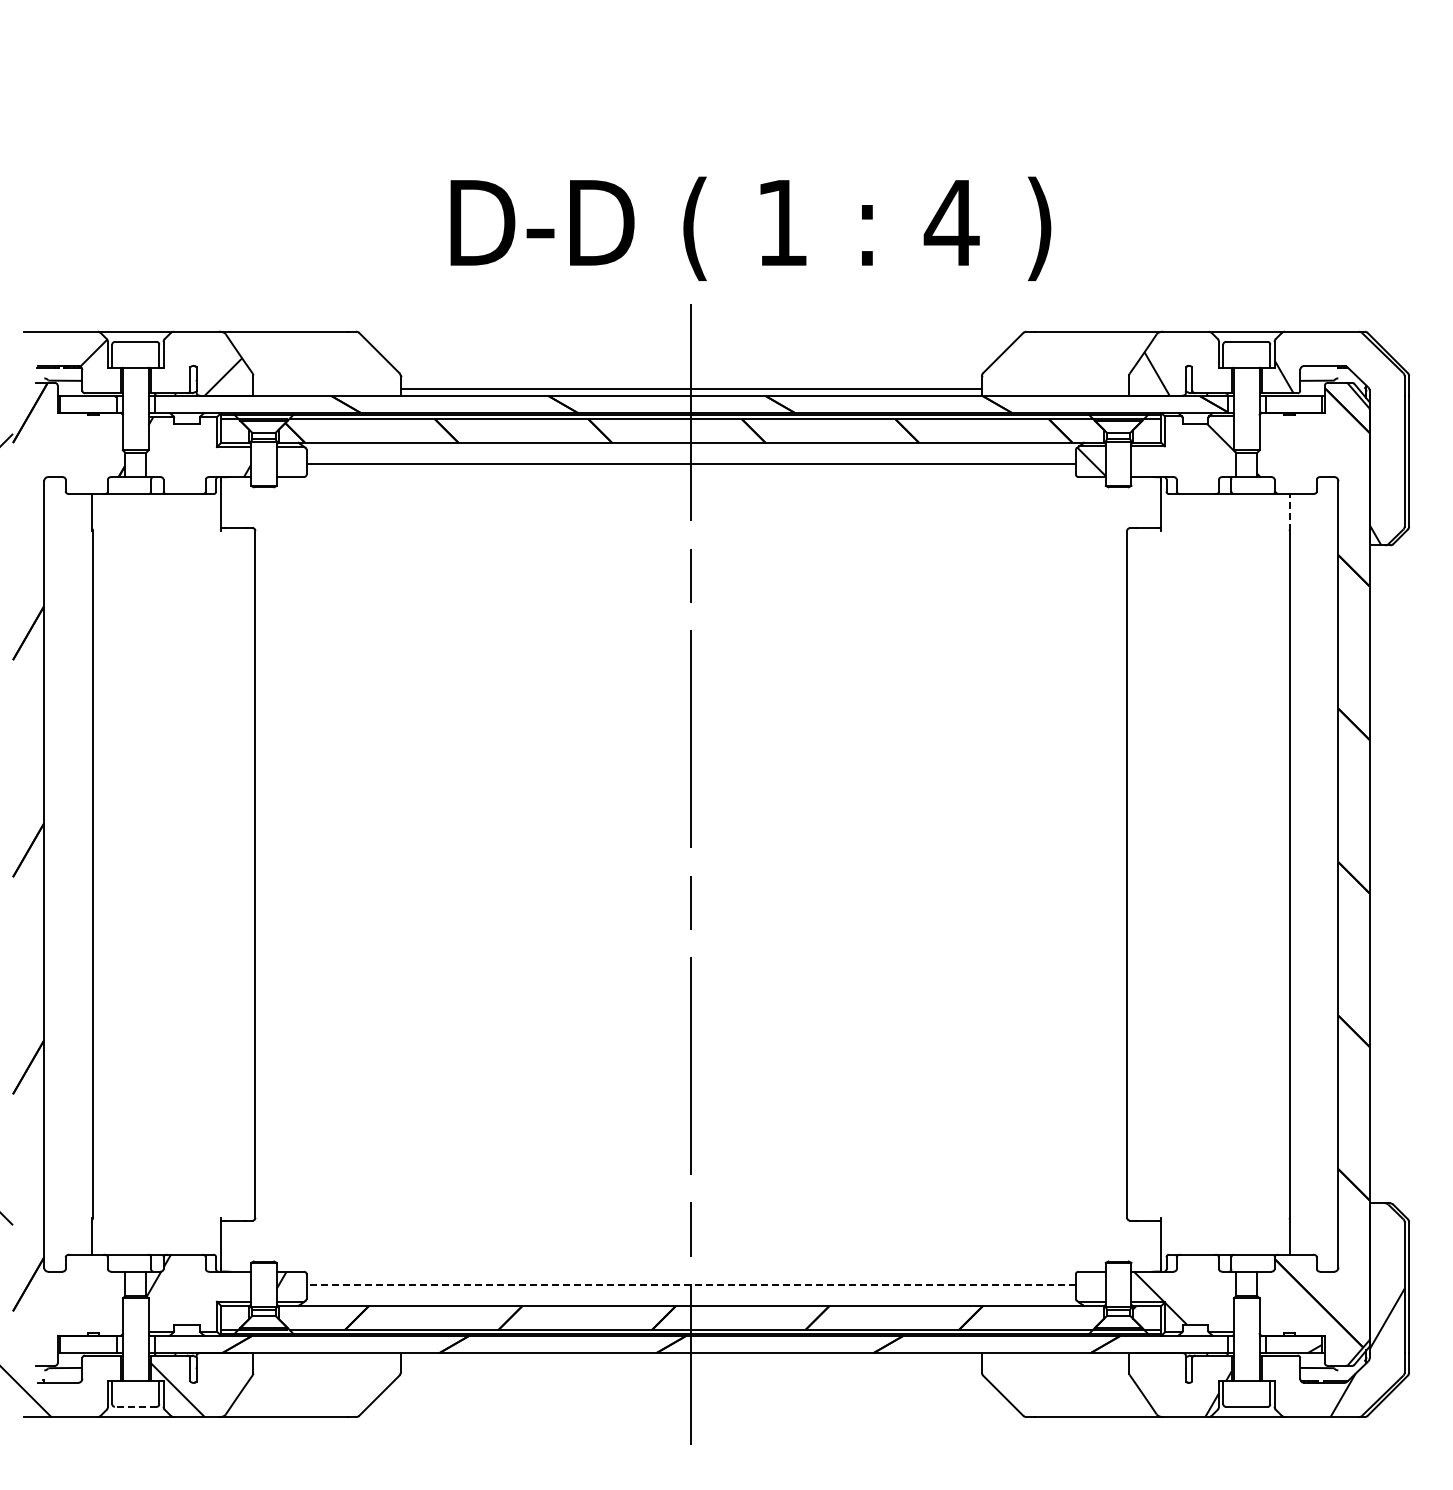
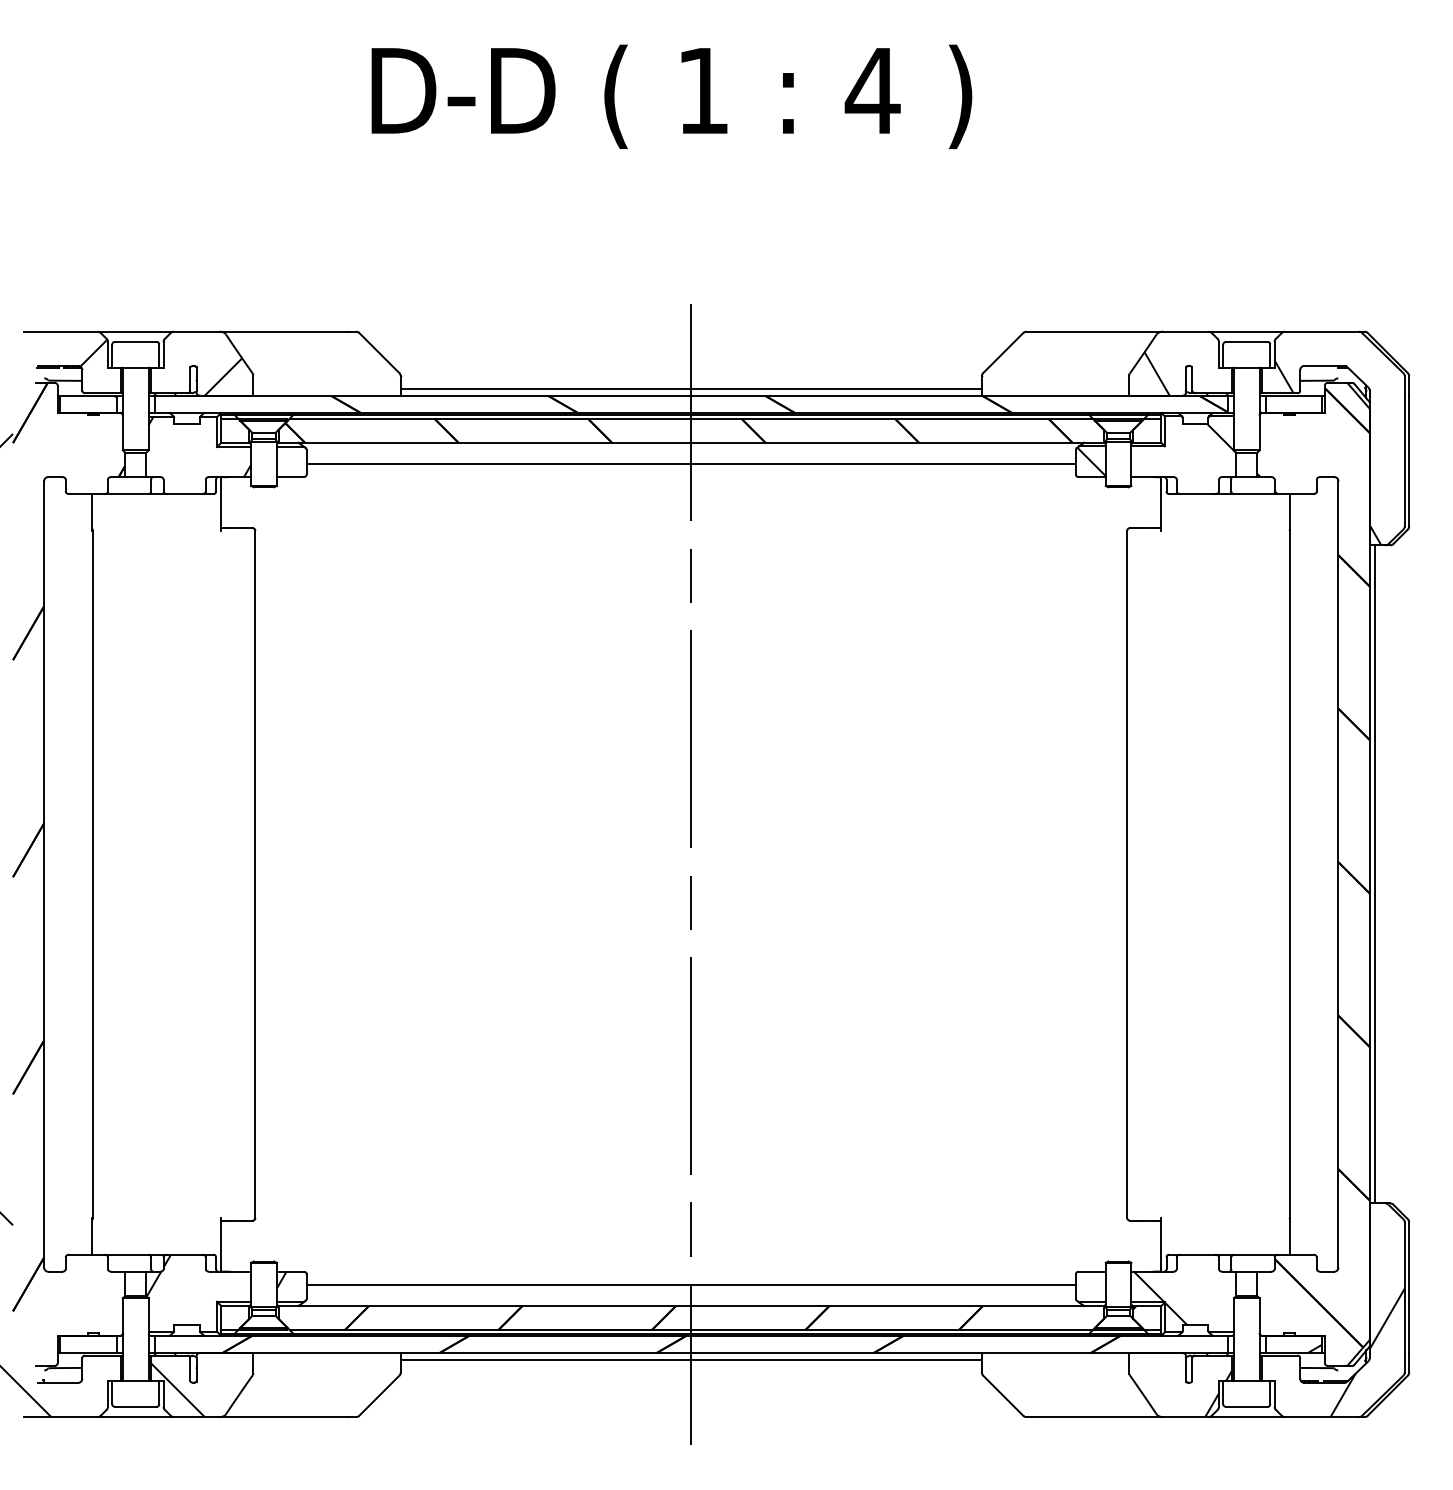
text at (750, 228) position: (750, 228) -> (671, 96)
line at (1290, 511): dashed -> solid
line at (1375, 874): none -> present
line at (691, 1284): dashed -> solid
line at (690, 1359): none -> present
line at (135, 1406): dashed -> solid
